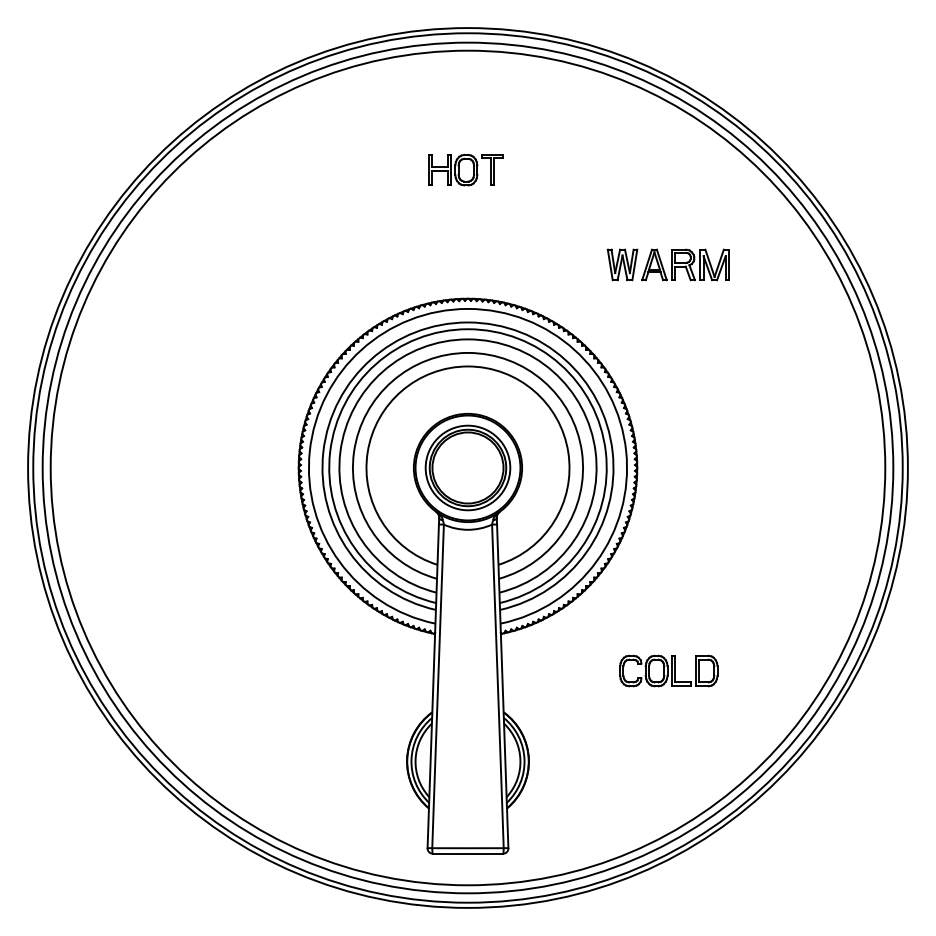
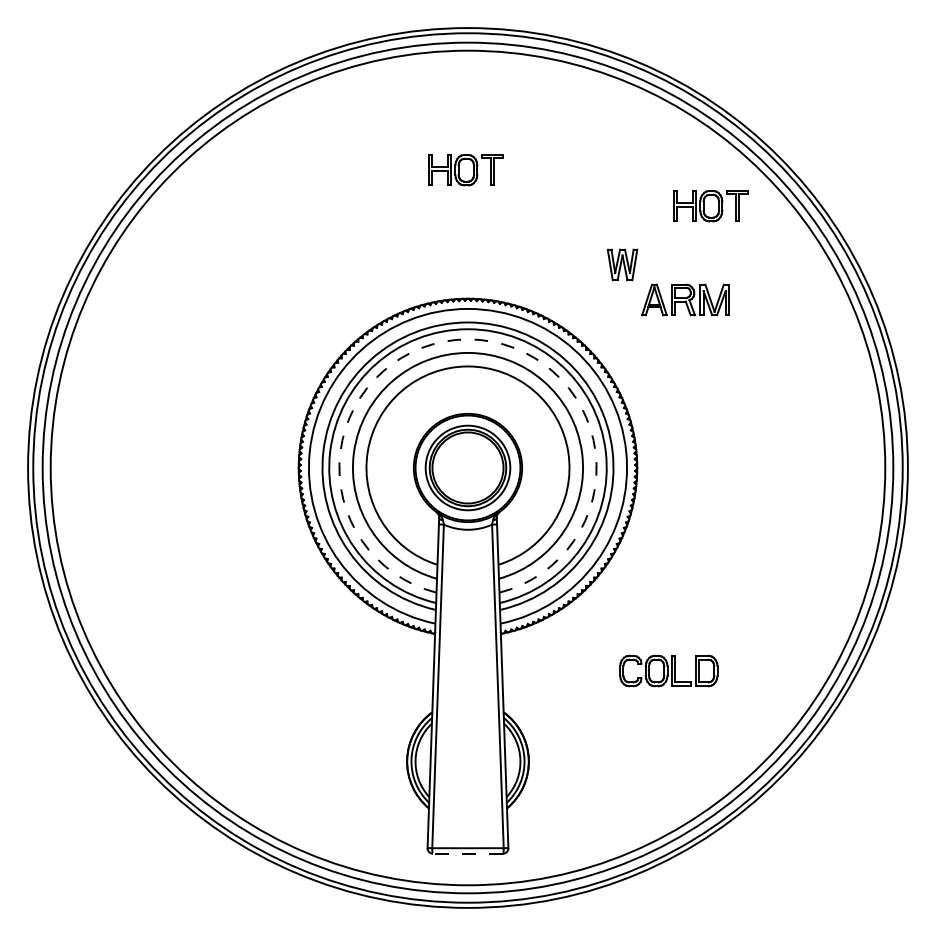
part at (710, 206): none -> present
part at (685, 264) position: (685, 264) -> (685, 299)
arc at (468, 339): solid -> dashed
line at (467, 853): solid -> dashed
